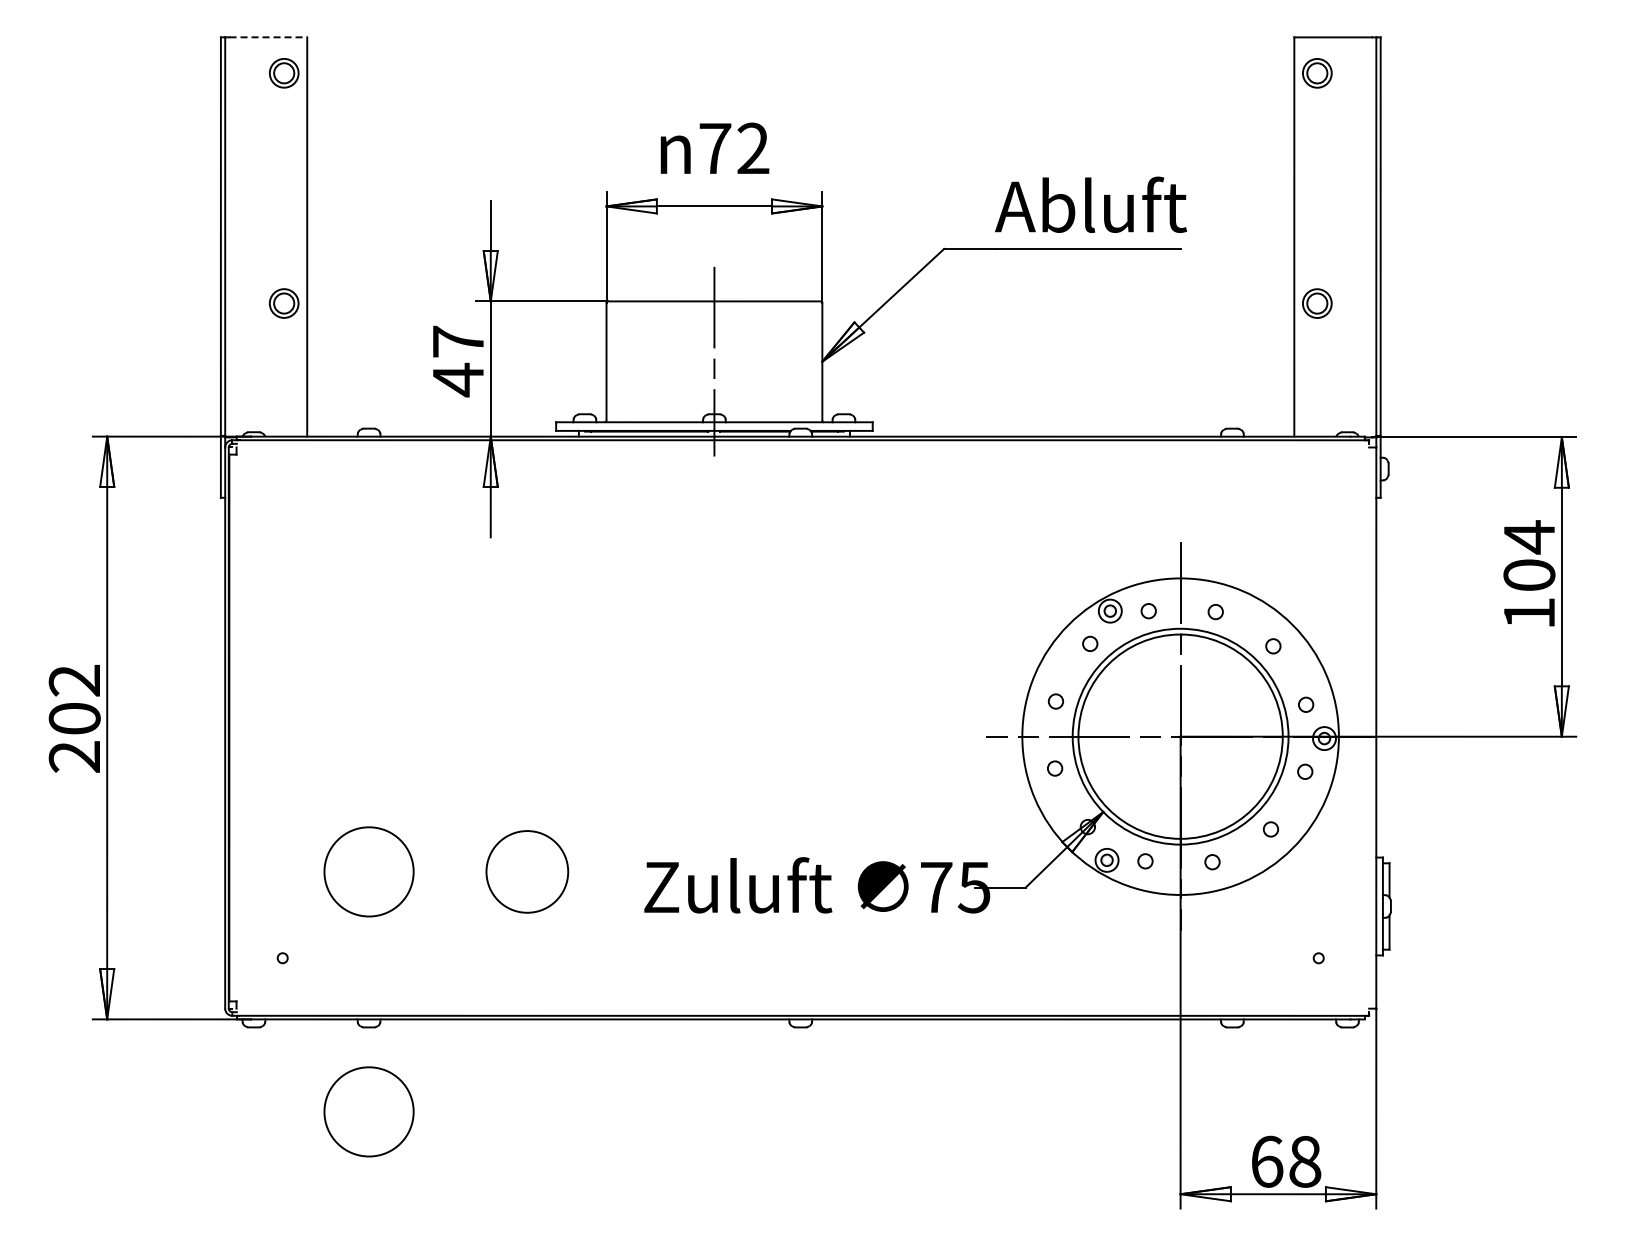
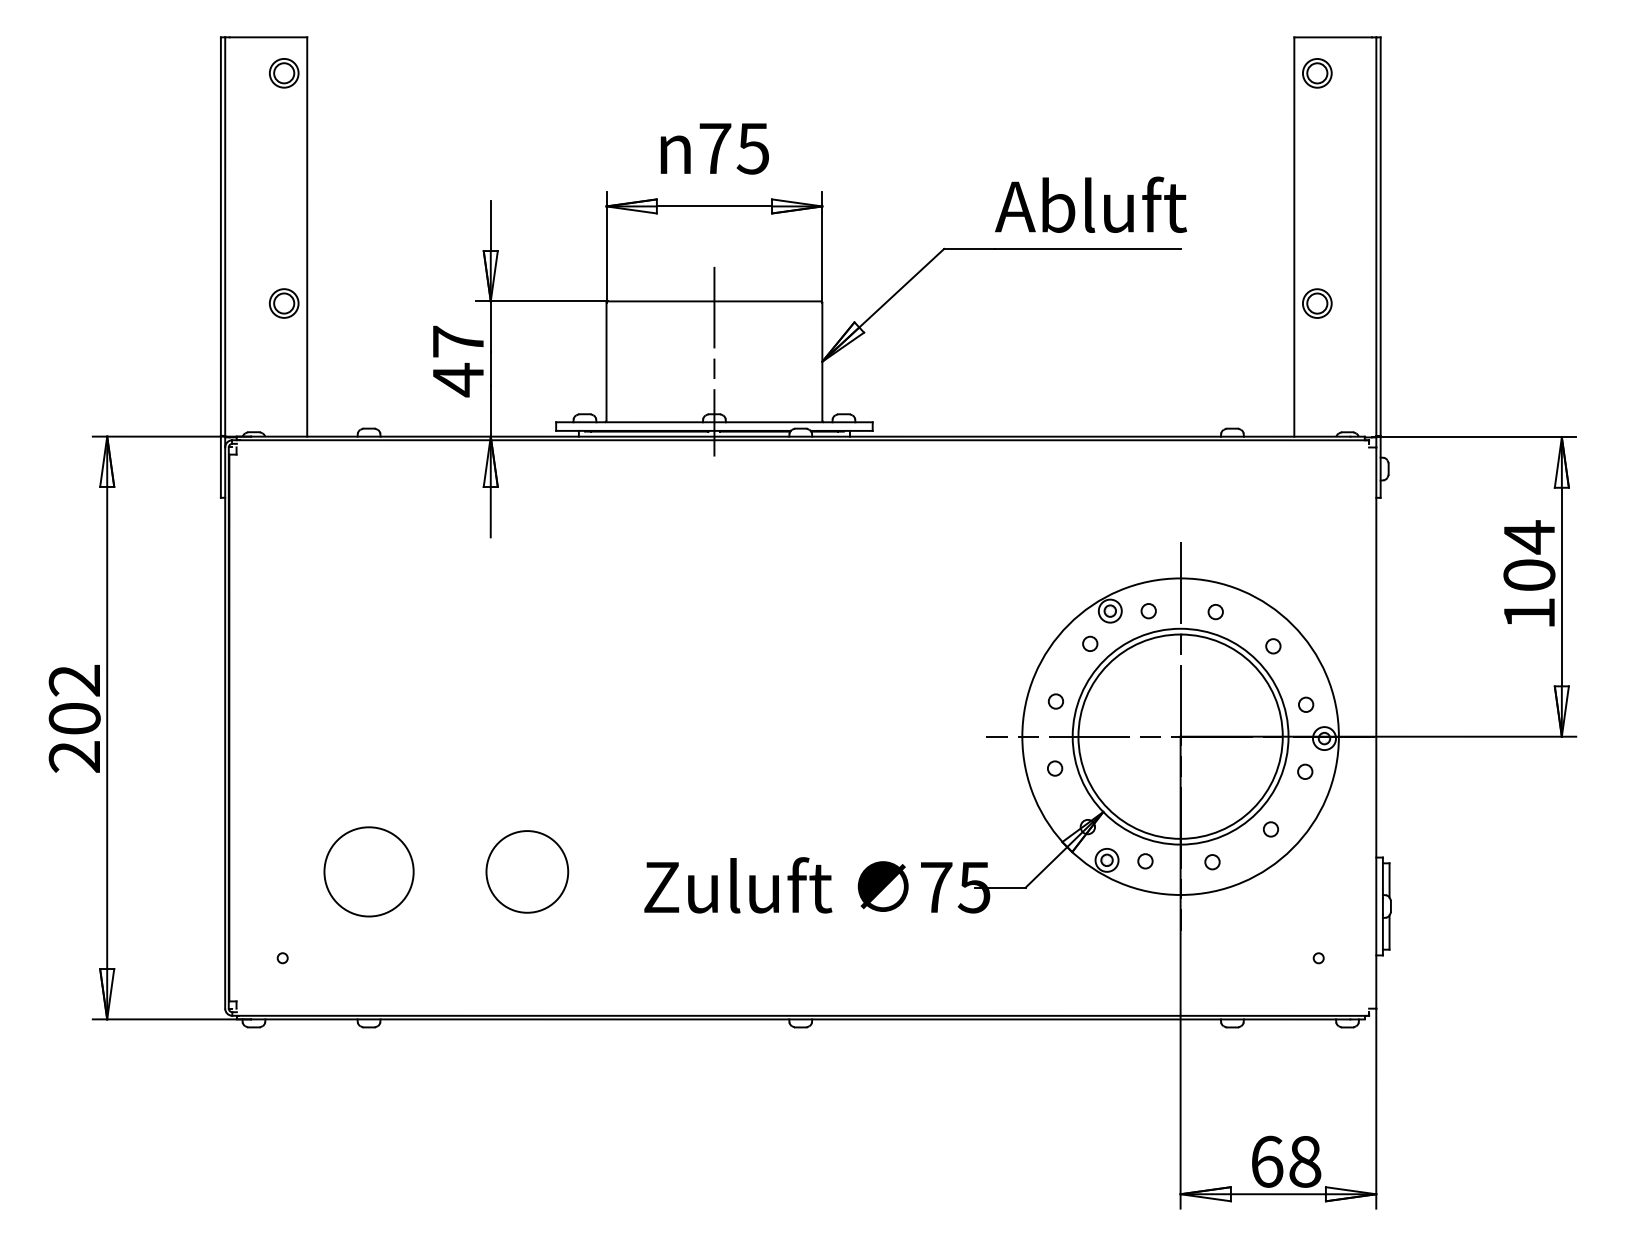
line at (268, 37): dashed -> solid
text at (752, 148): 72 -> 75
circle at (368, 1111): present -> none
